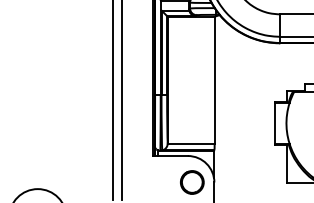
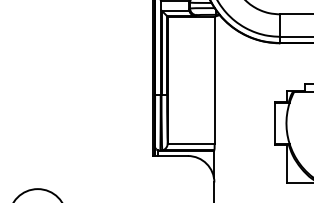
line at (112, 100): present -> none
line at (121, 100): present -> none
circle at (192, 182): present -> none
